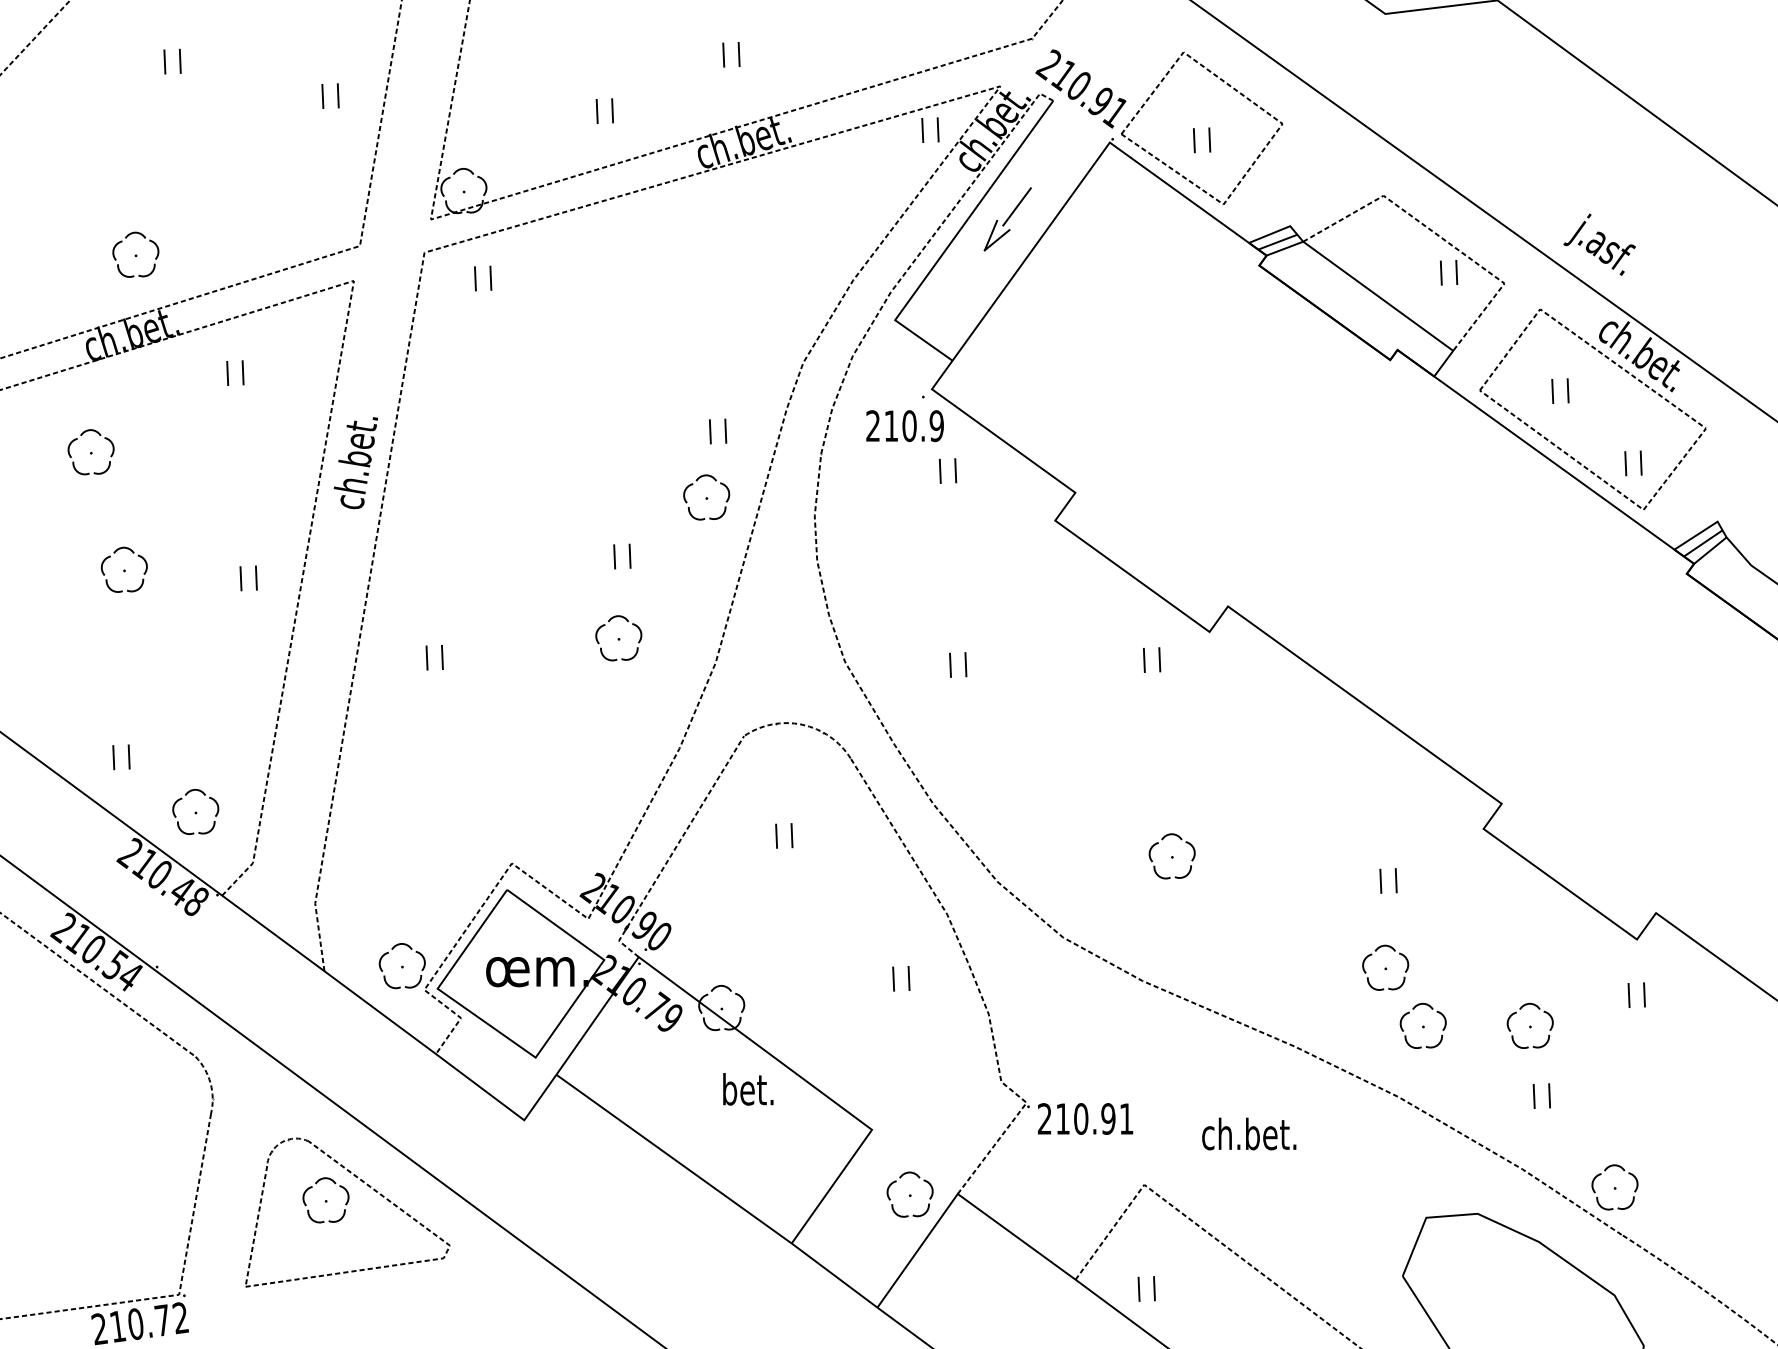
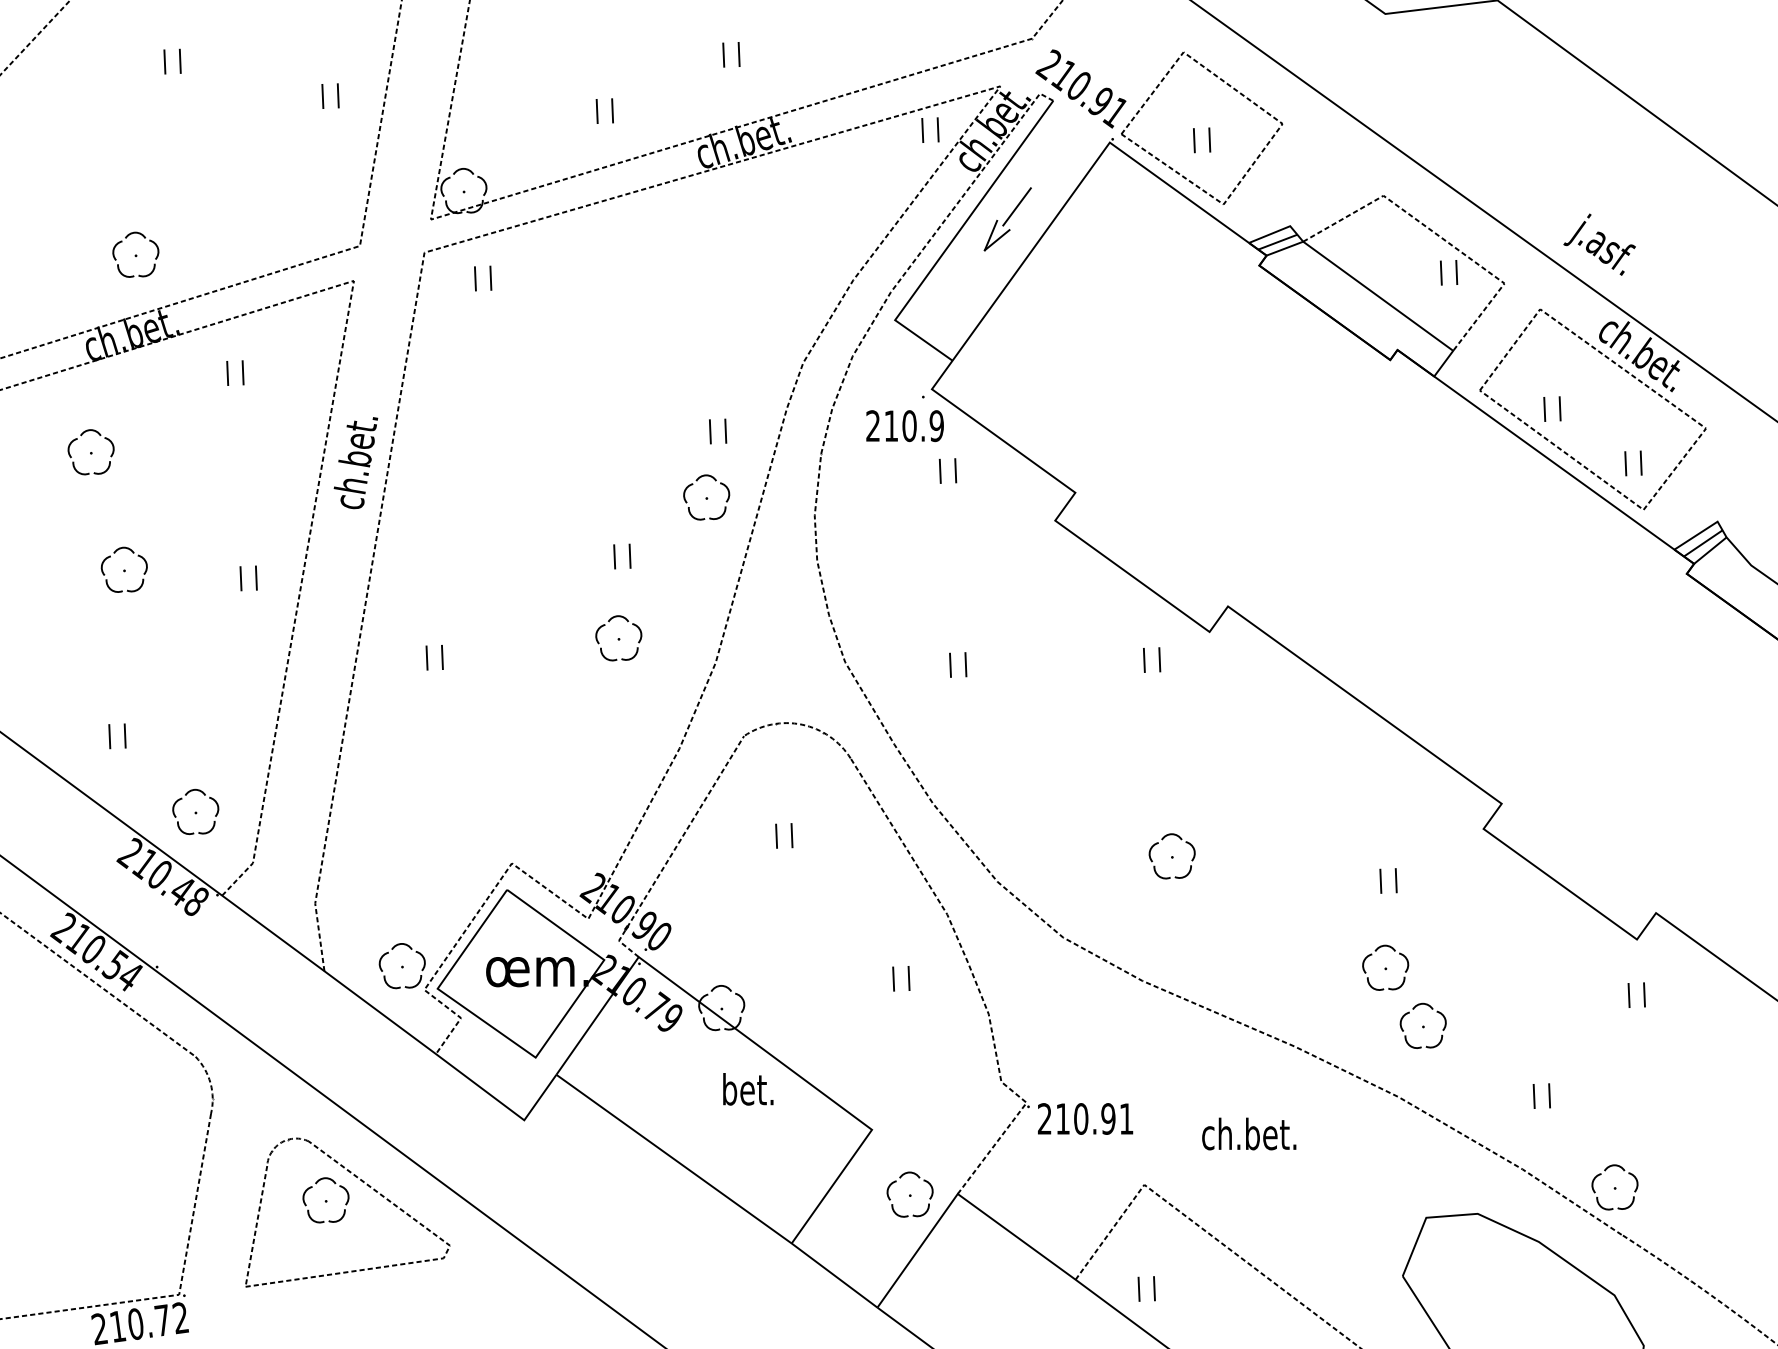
part at (1553, 390) position: (1553, 390) -> (1545, 408)
part at (114, 757) position: (114, 757) -> (110, 736)
part at (1529, 1025): present -> none
